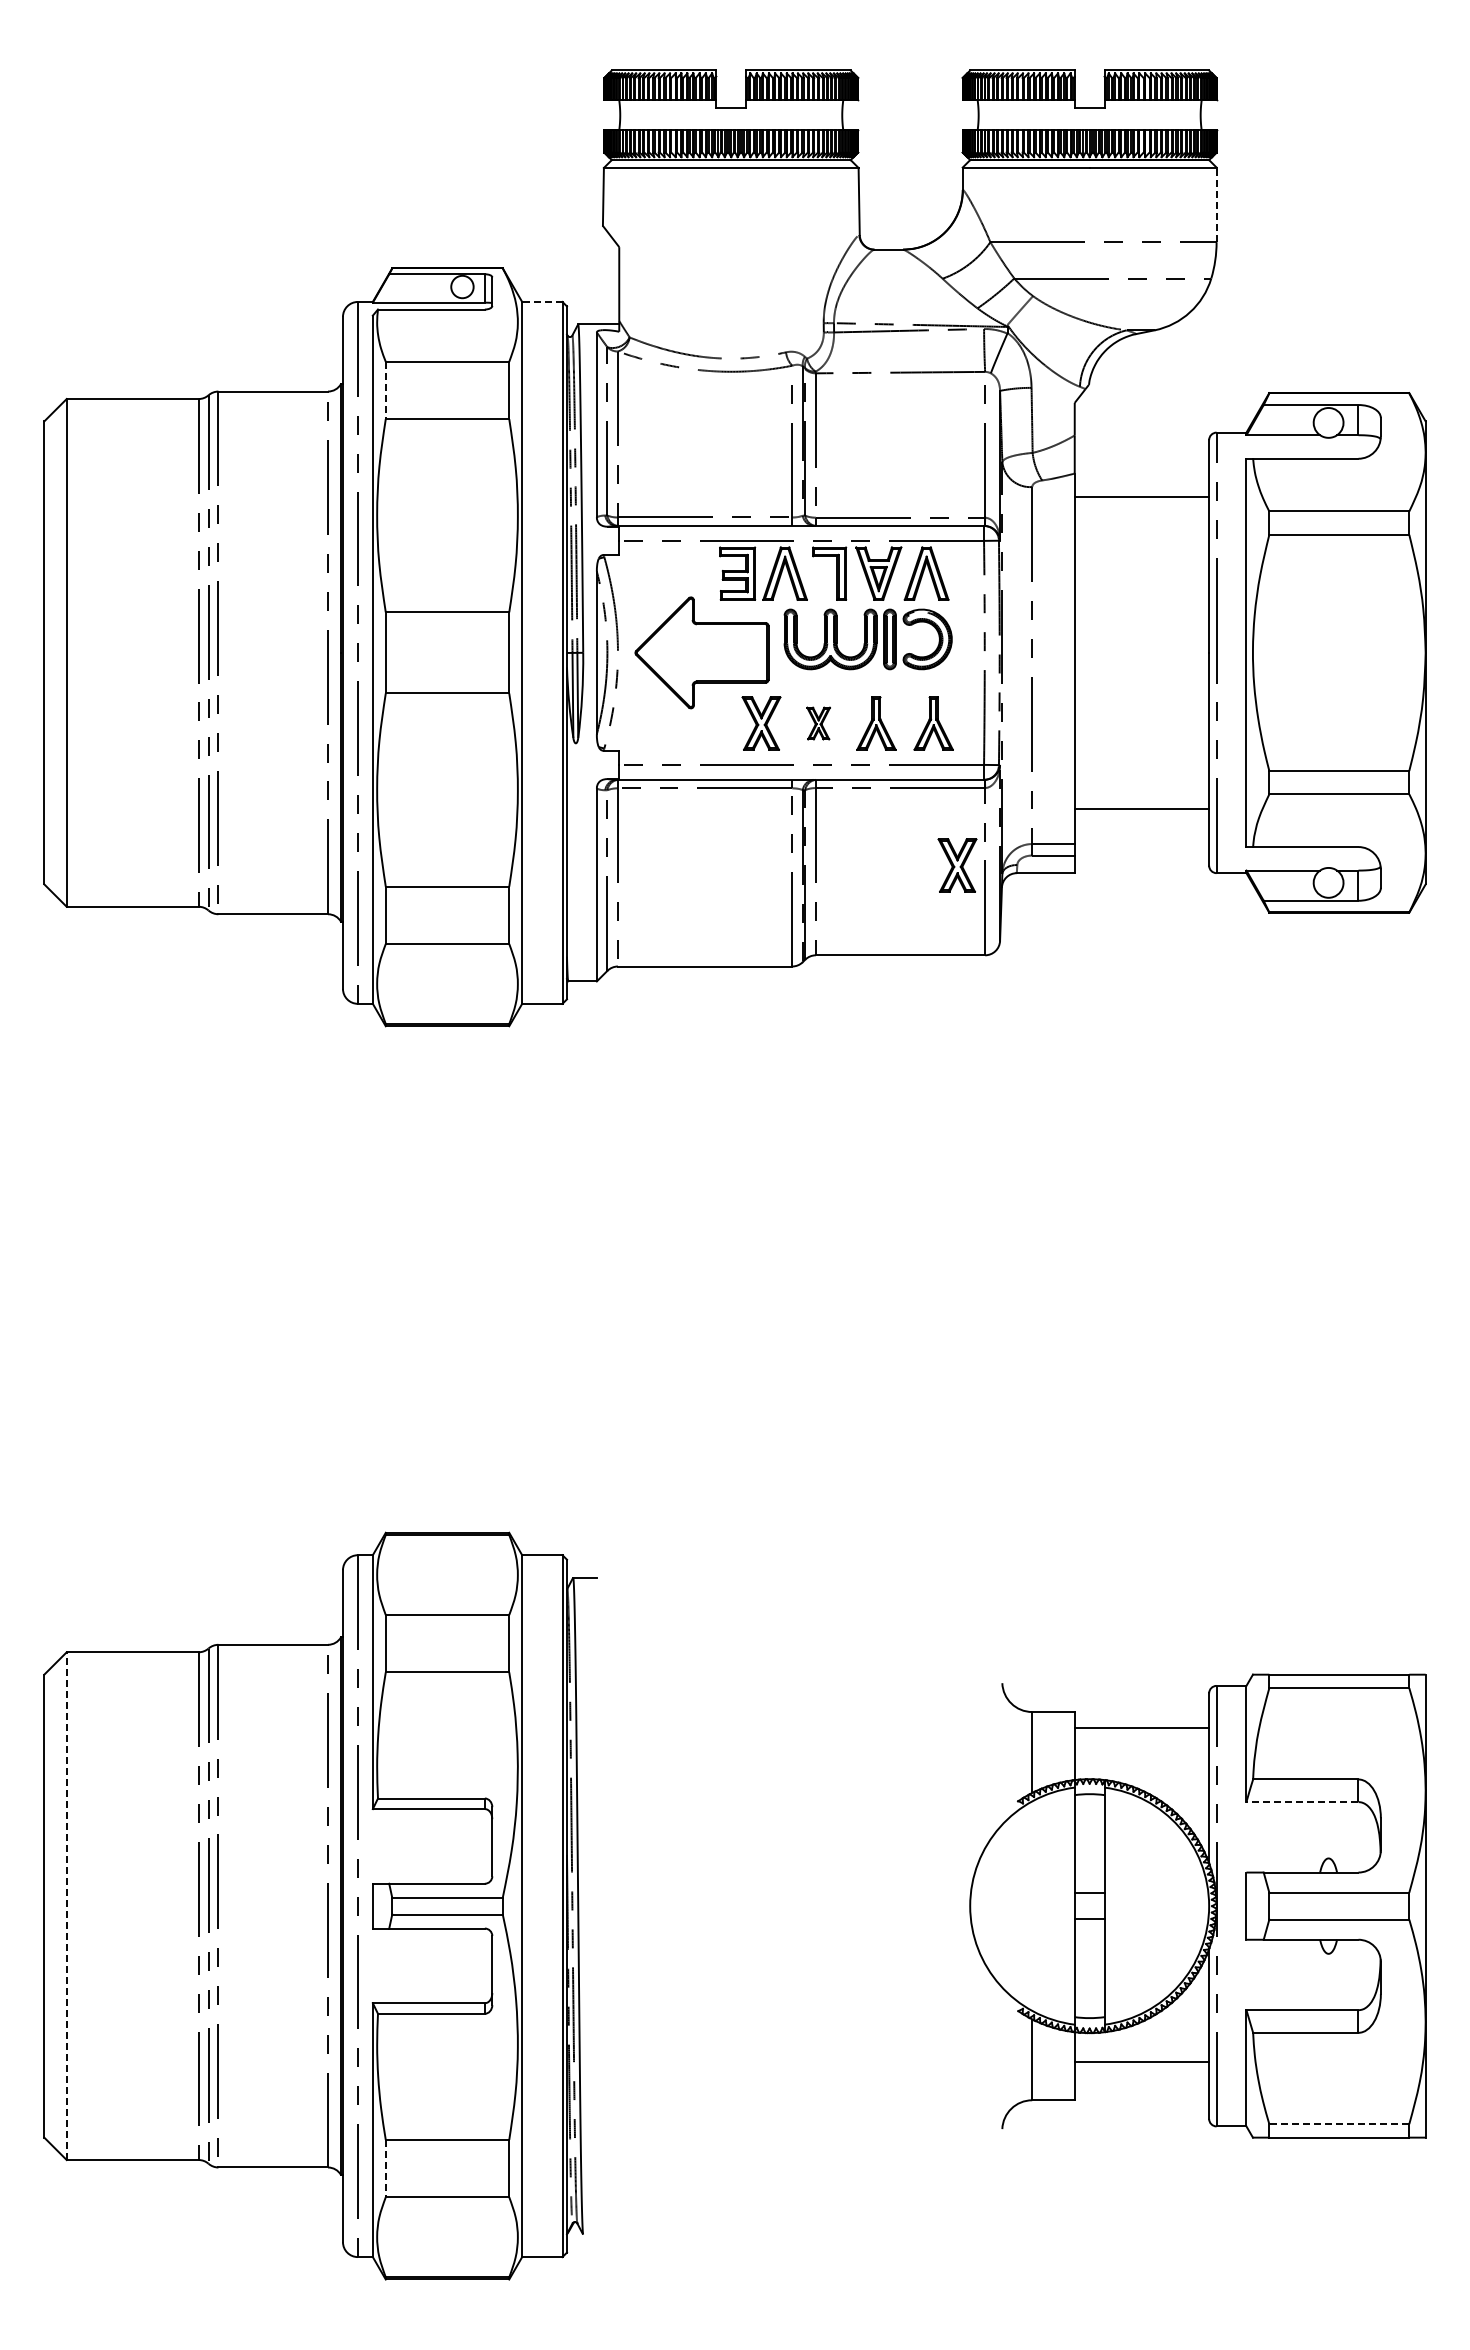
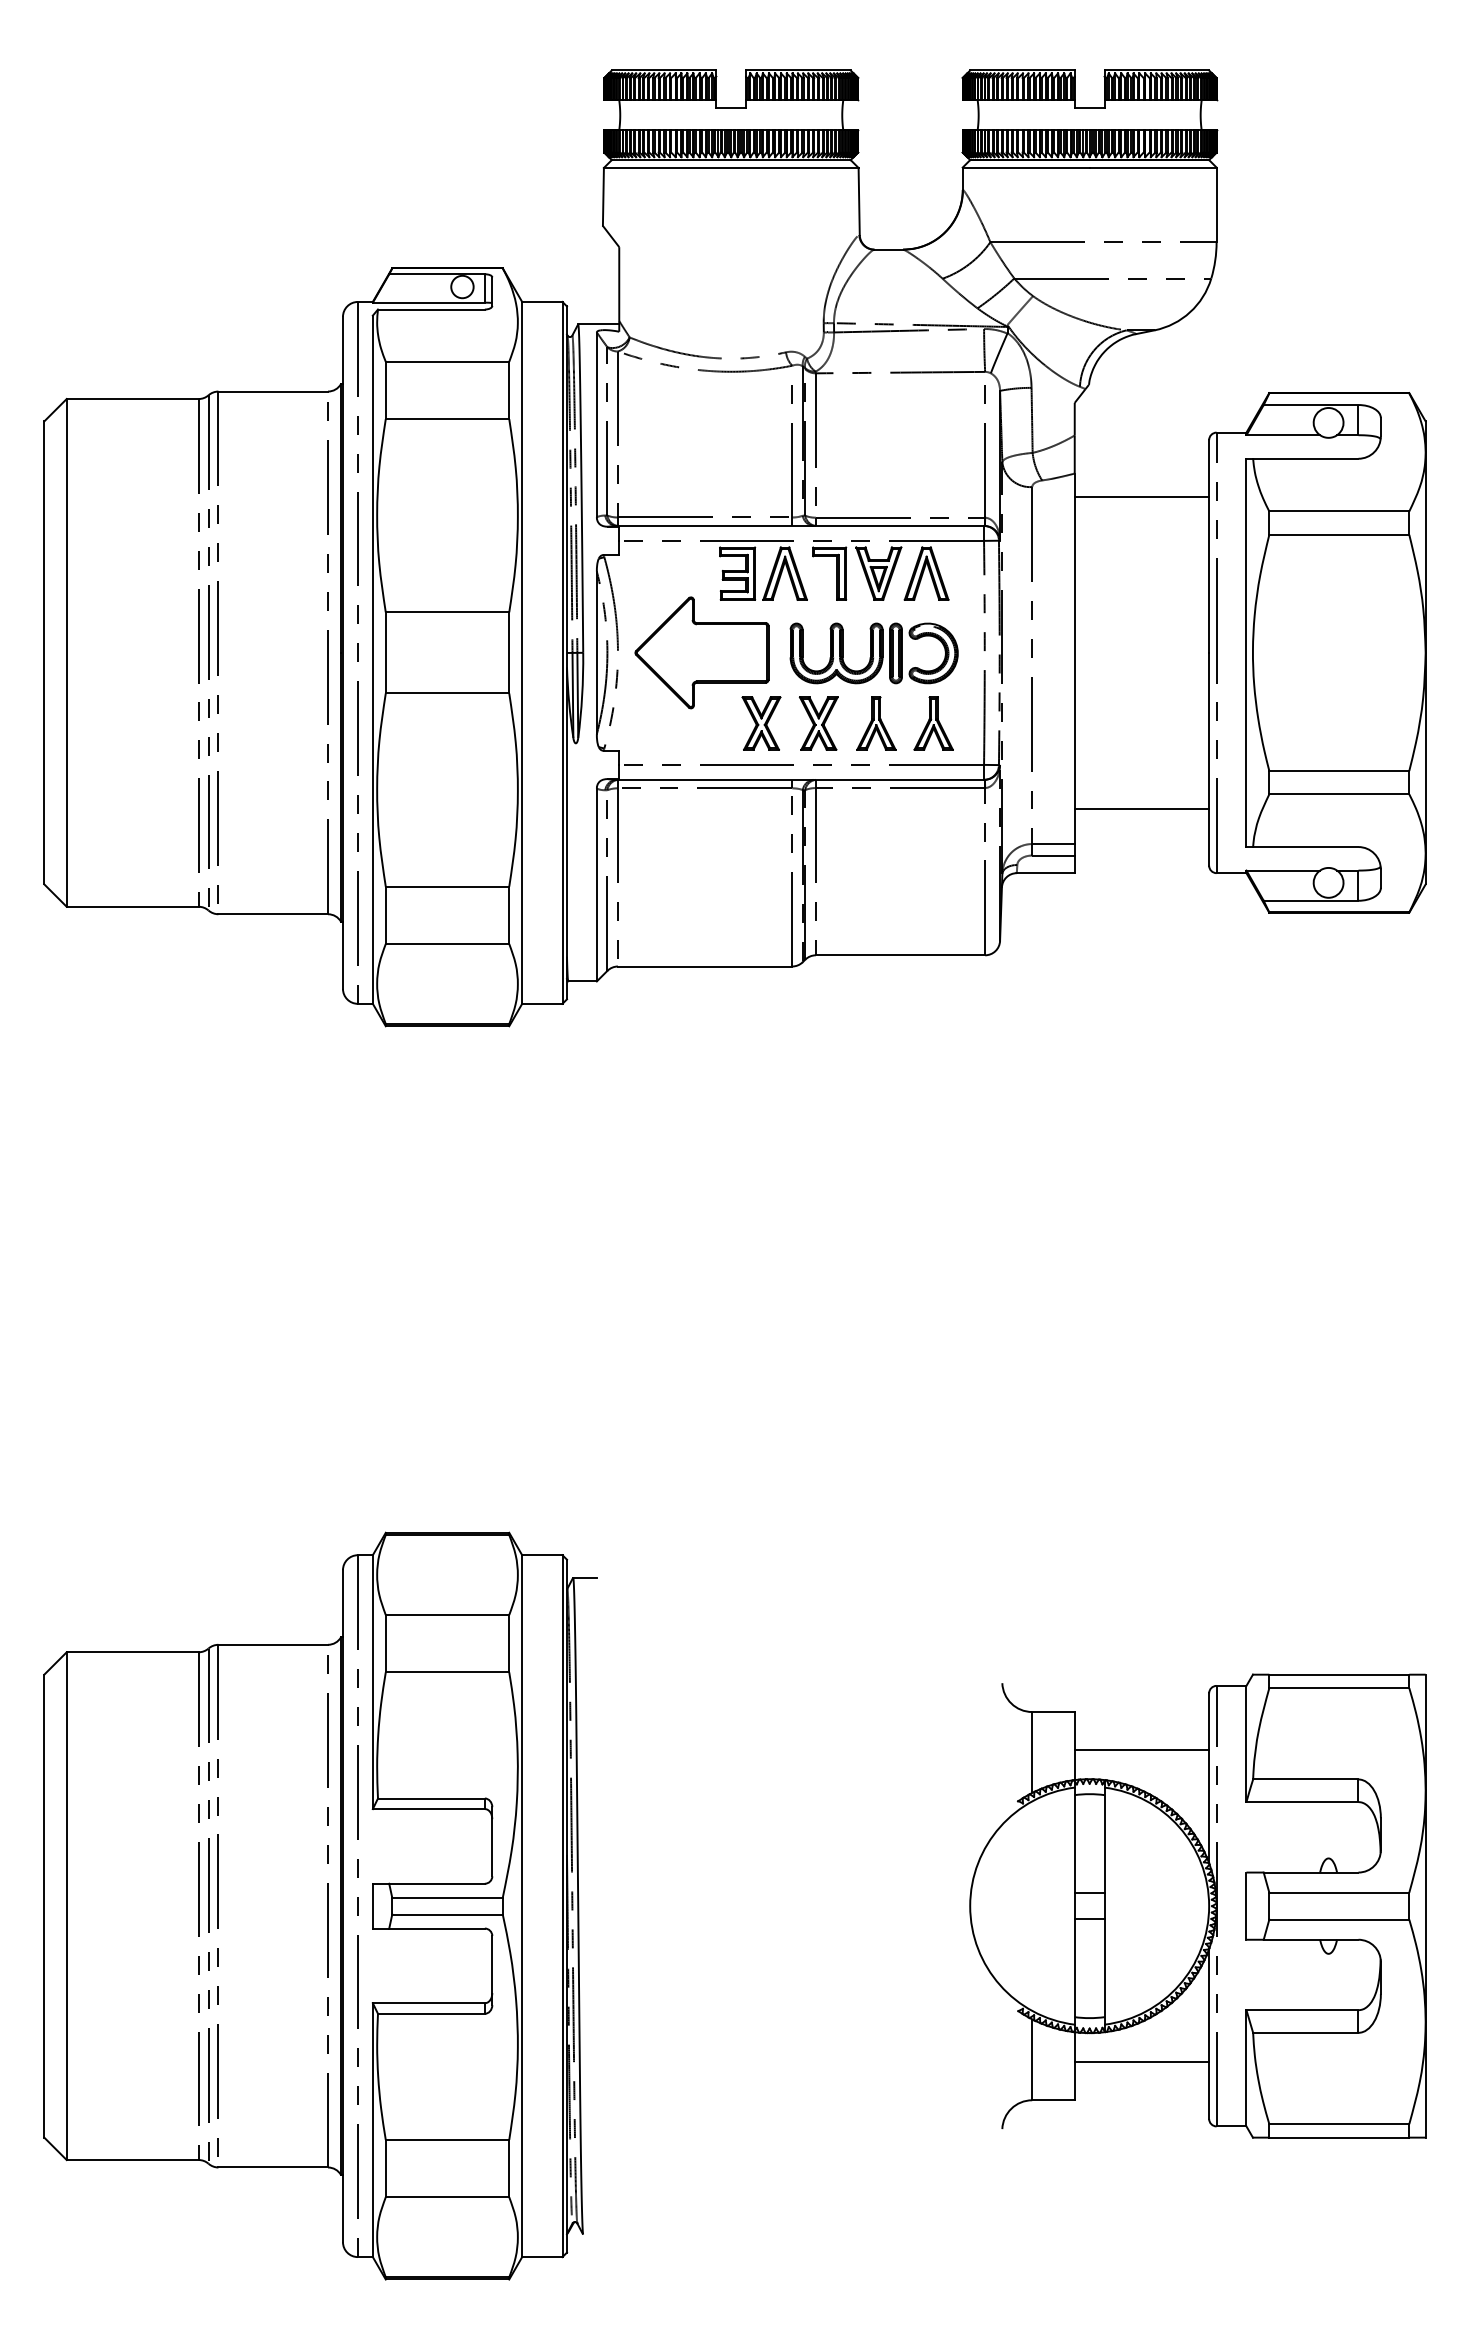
line at (1216, 204): dashed -> solid
line at (541, 301): dashed -> solid
line at (385, 390): dashed -> solid
part at (867, 639) position: (867, 639) -> (873, 653)
part at (818, 723) size: 25x35 px -> 41x55 px
part at (957, 865): present -> none
line at (1141, 1728) position: (1141, 1728) -> (1141, 1750)
line at (1301, 1802): dashed -> solid
line at (66, 1906): dashed -> solid
line at (1339, 2124): dashed -> solid
line at (385, 2168): dashed -> solid
